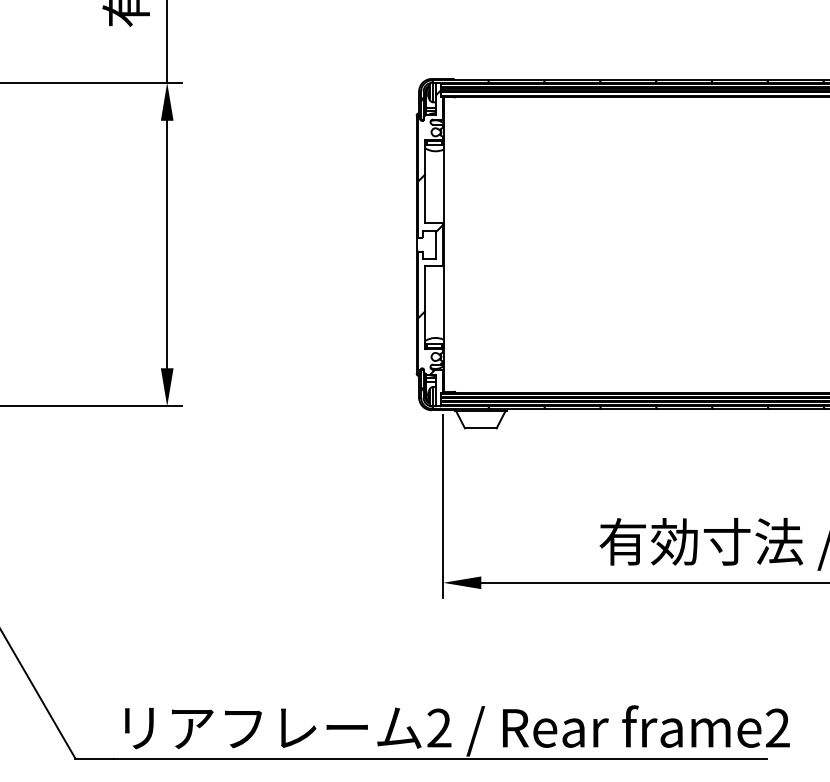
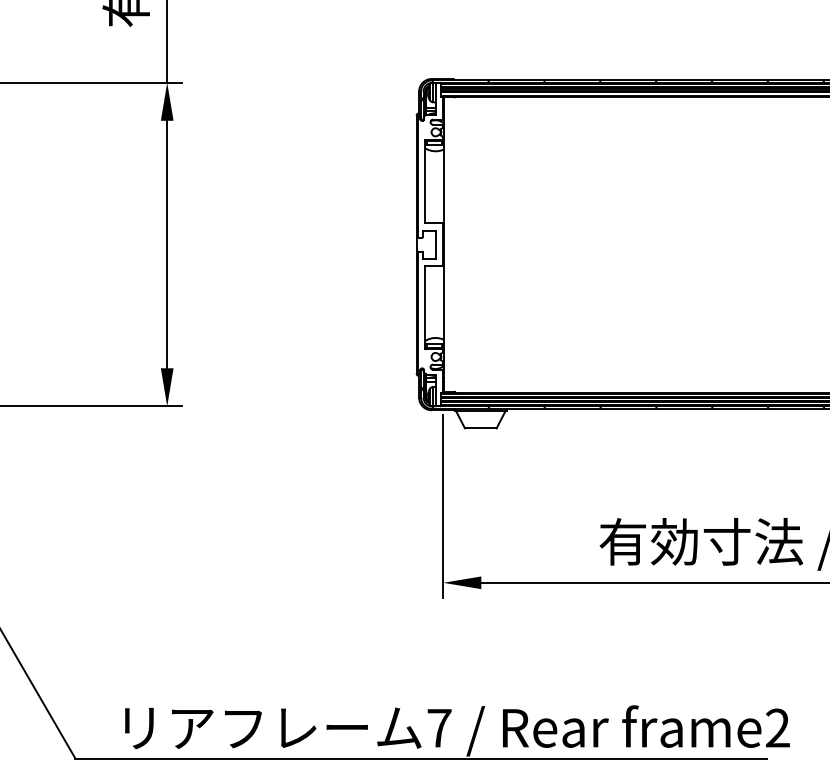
hatch at (430, 232): present -> none
text at (439, 727): 2 -> 7
